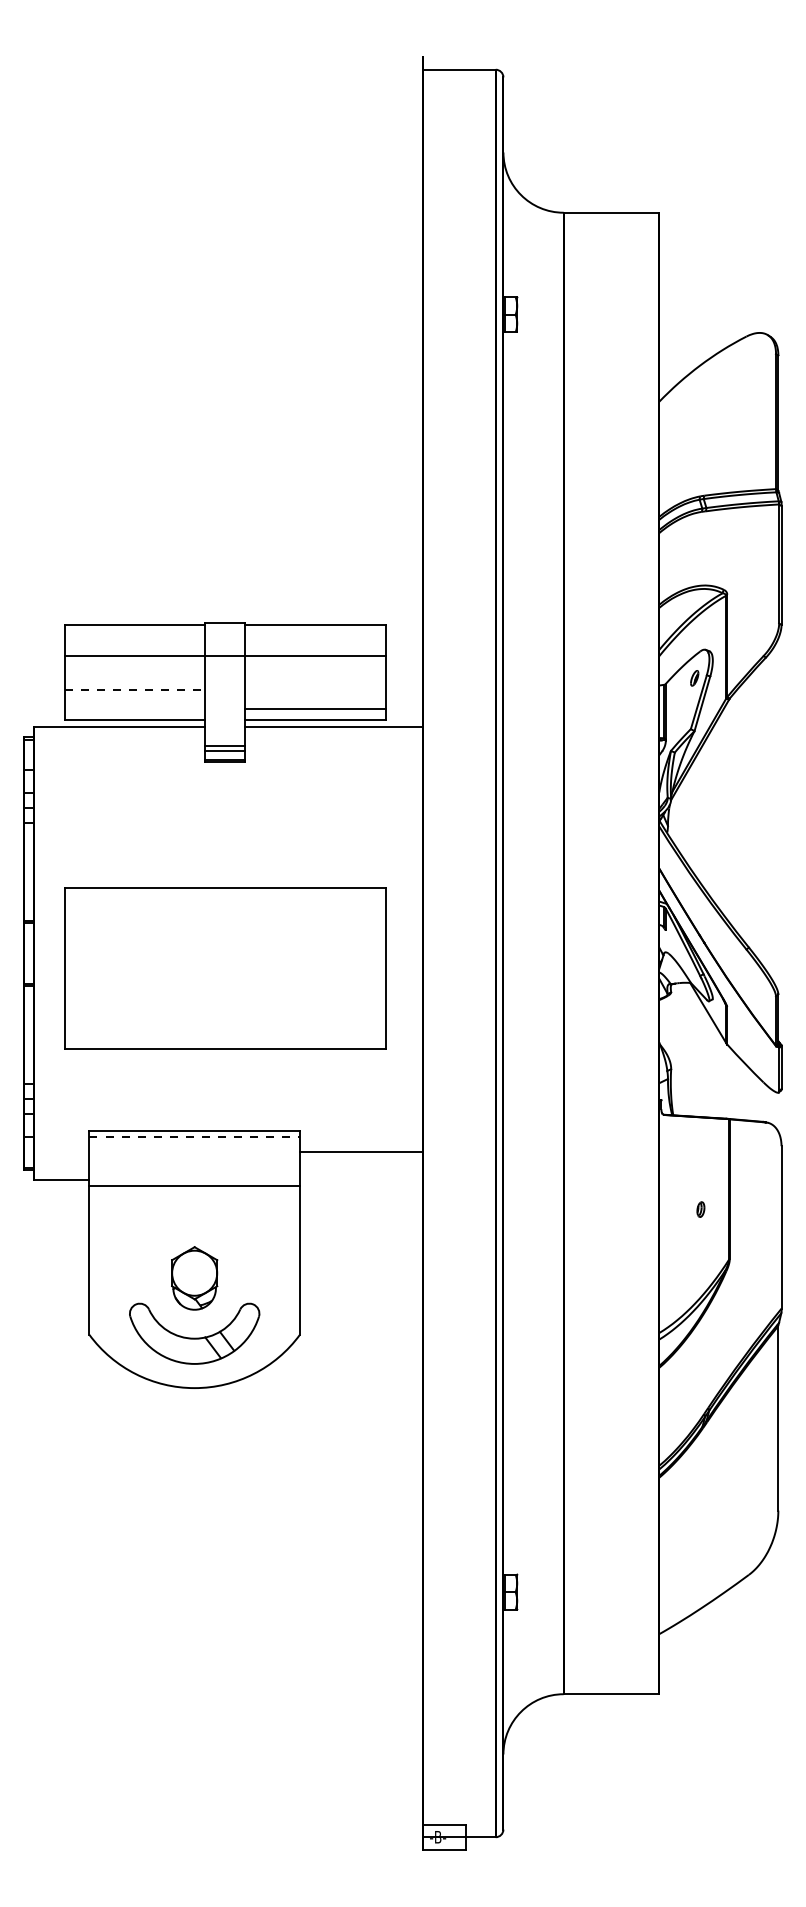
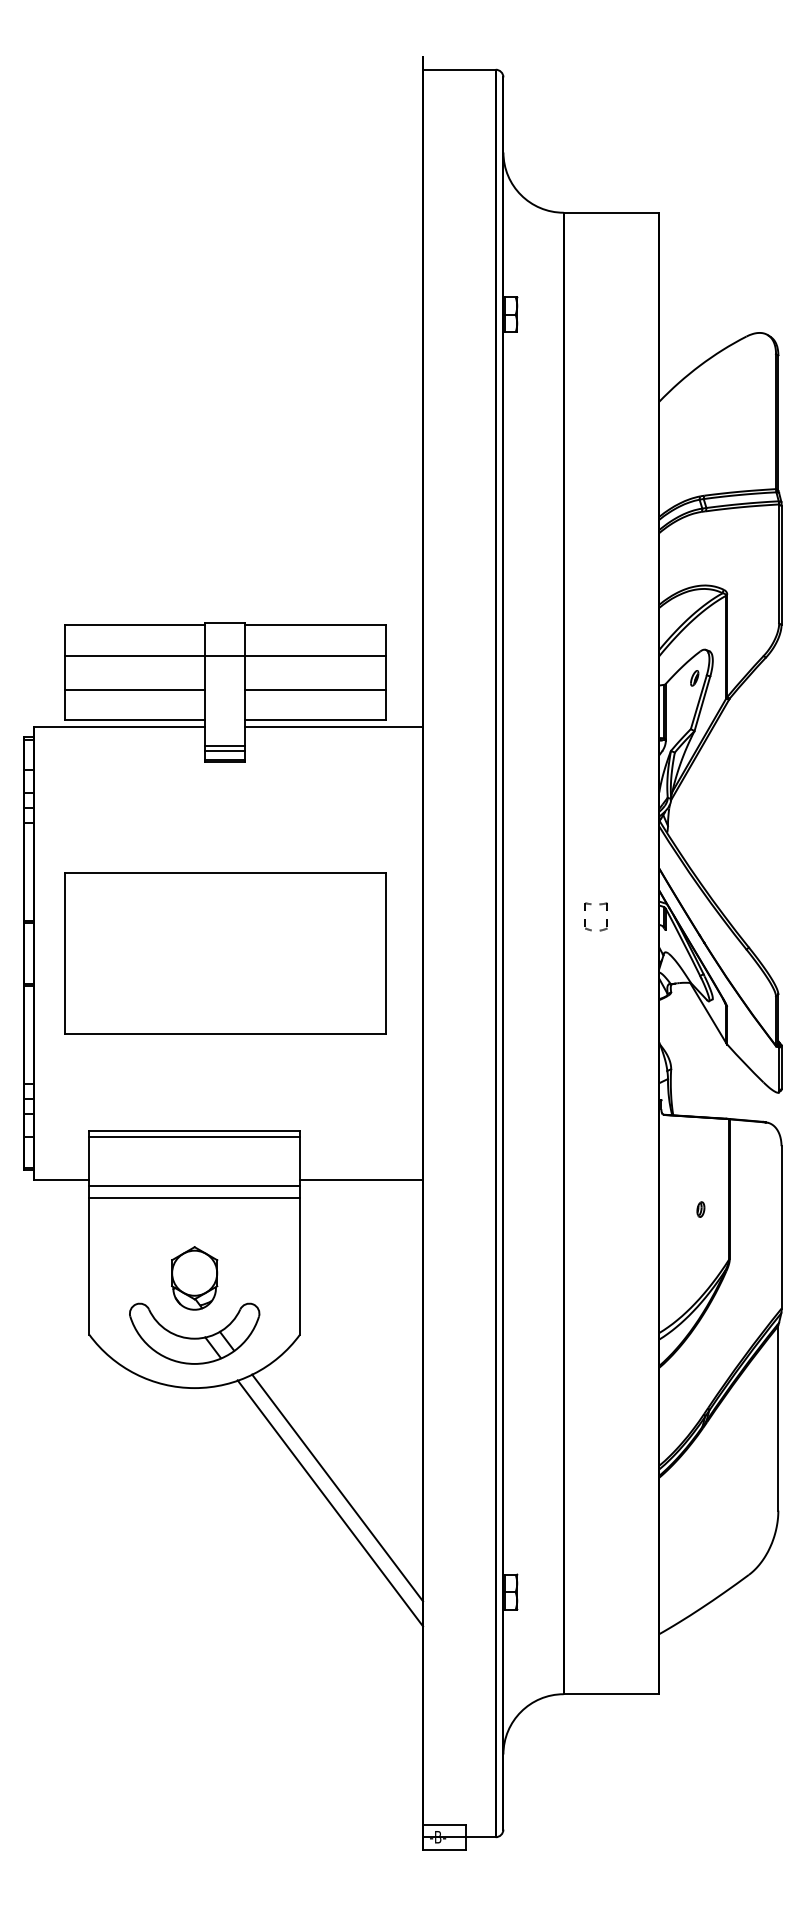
line at (135, 689): dashed -> solid
line at (315, 708) position: (315, 708) -> (315, 689)
part at (585, 919): none -> present
part at (225, 968) position: (225, 968) -> (225, 953)
line at (195, 1136): dashed -> solid
line at (361, 1151) position: (361, 1151) -> (361, 1179)
line at (194, 1197): none -> present
line at (337, 1487): none -> present
line at (330, 1503): none -> present
